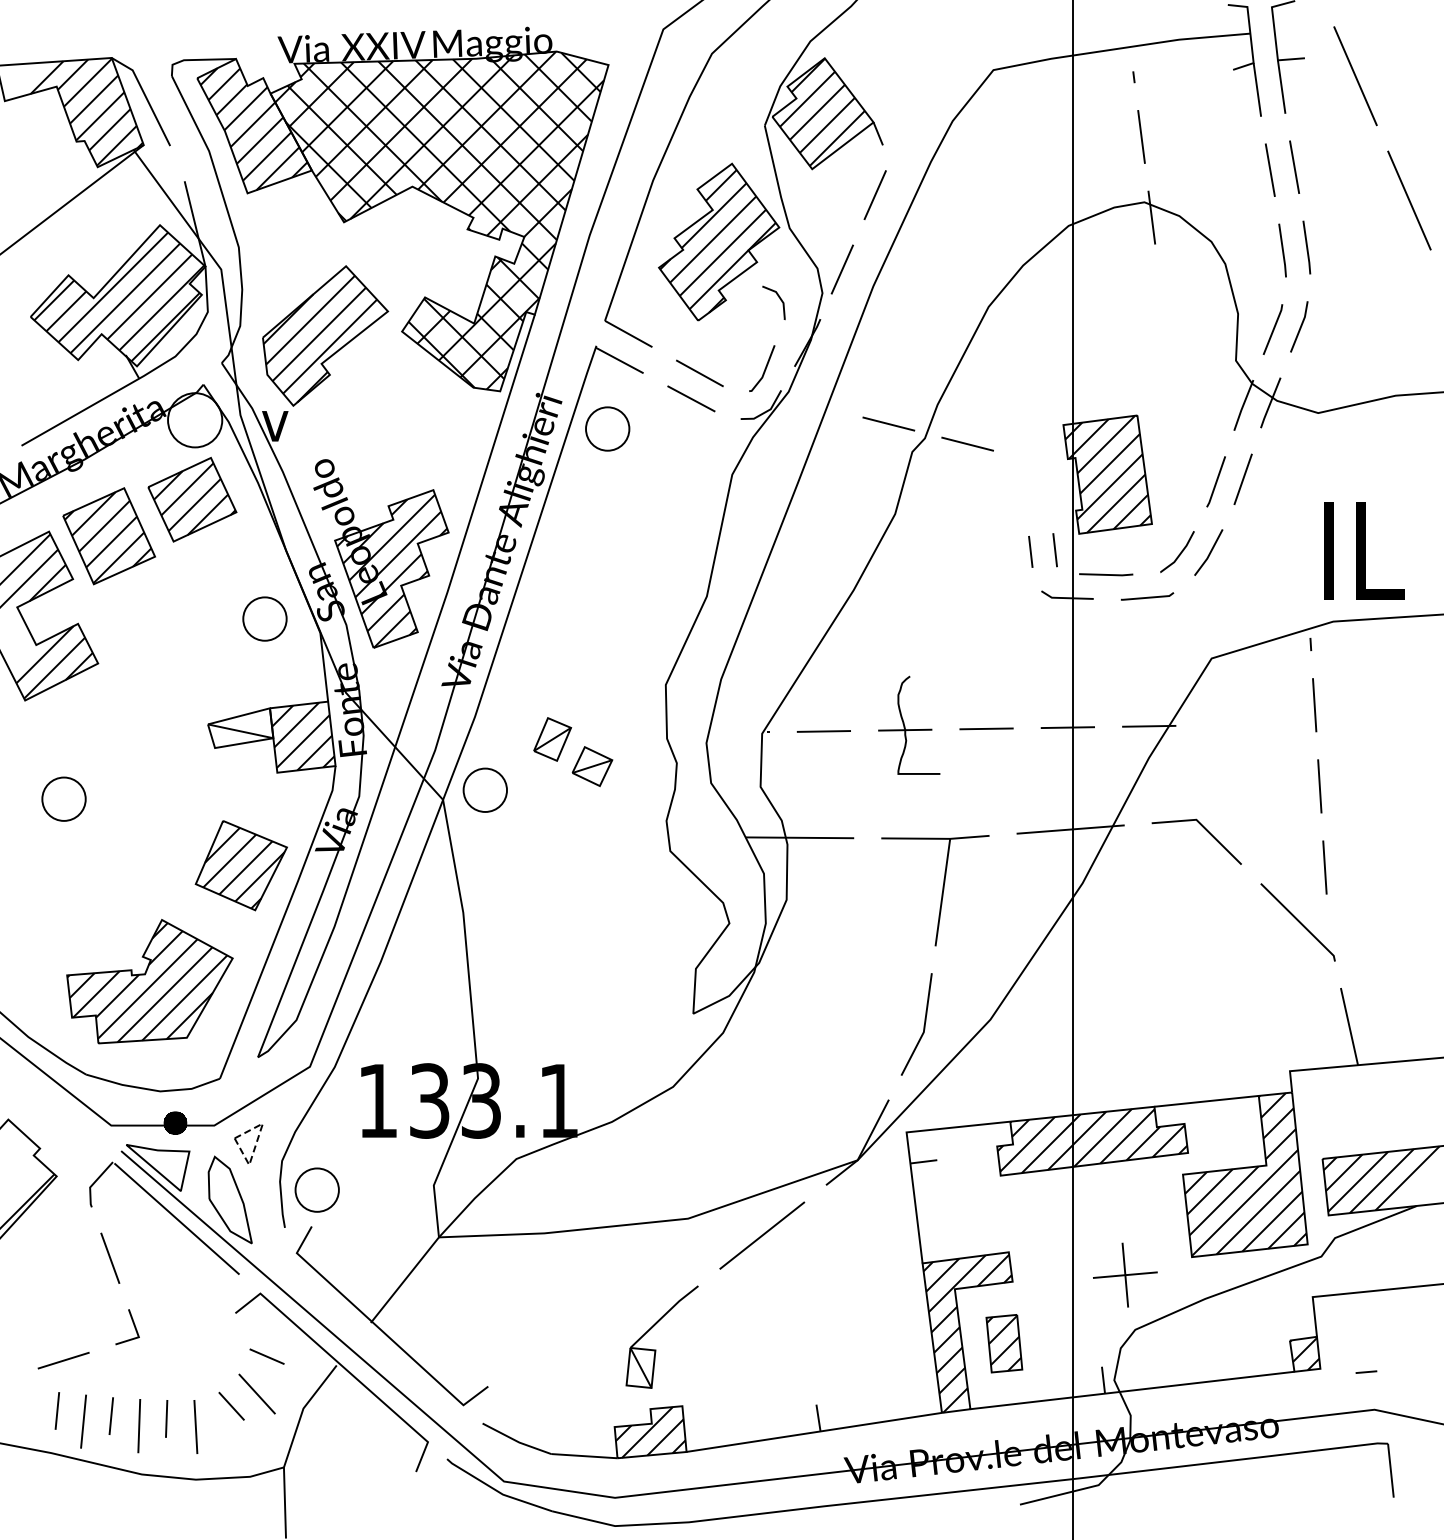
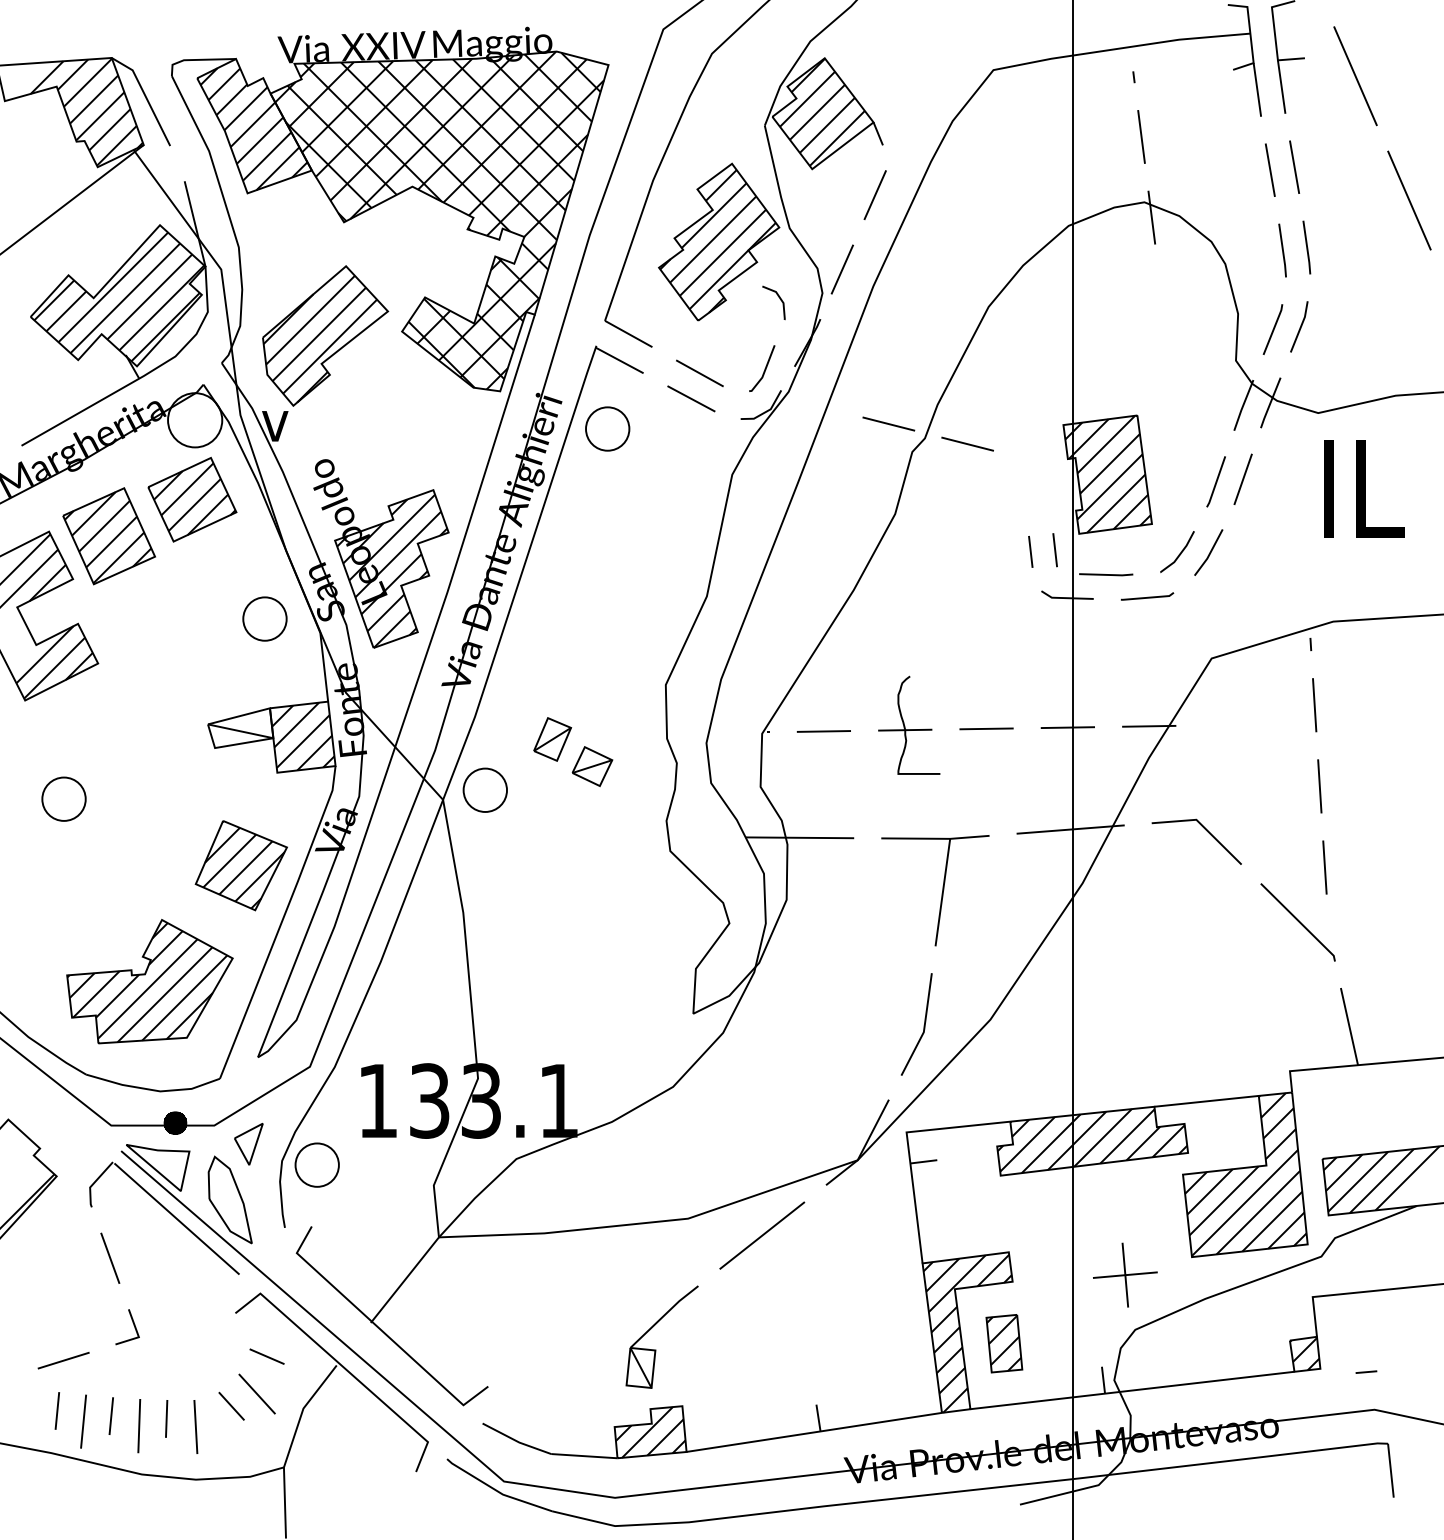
text at (1364, 550) position: (1364, 550) -> (1364, 488)
line at (256, 1143): dashed -> solid
part at (316, 1189) position: (316, 1189) -> (316, 1164)
